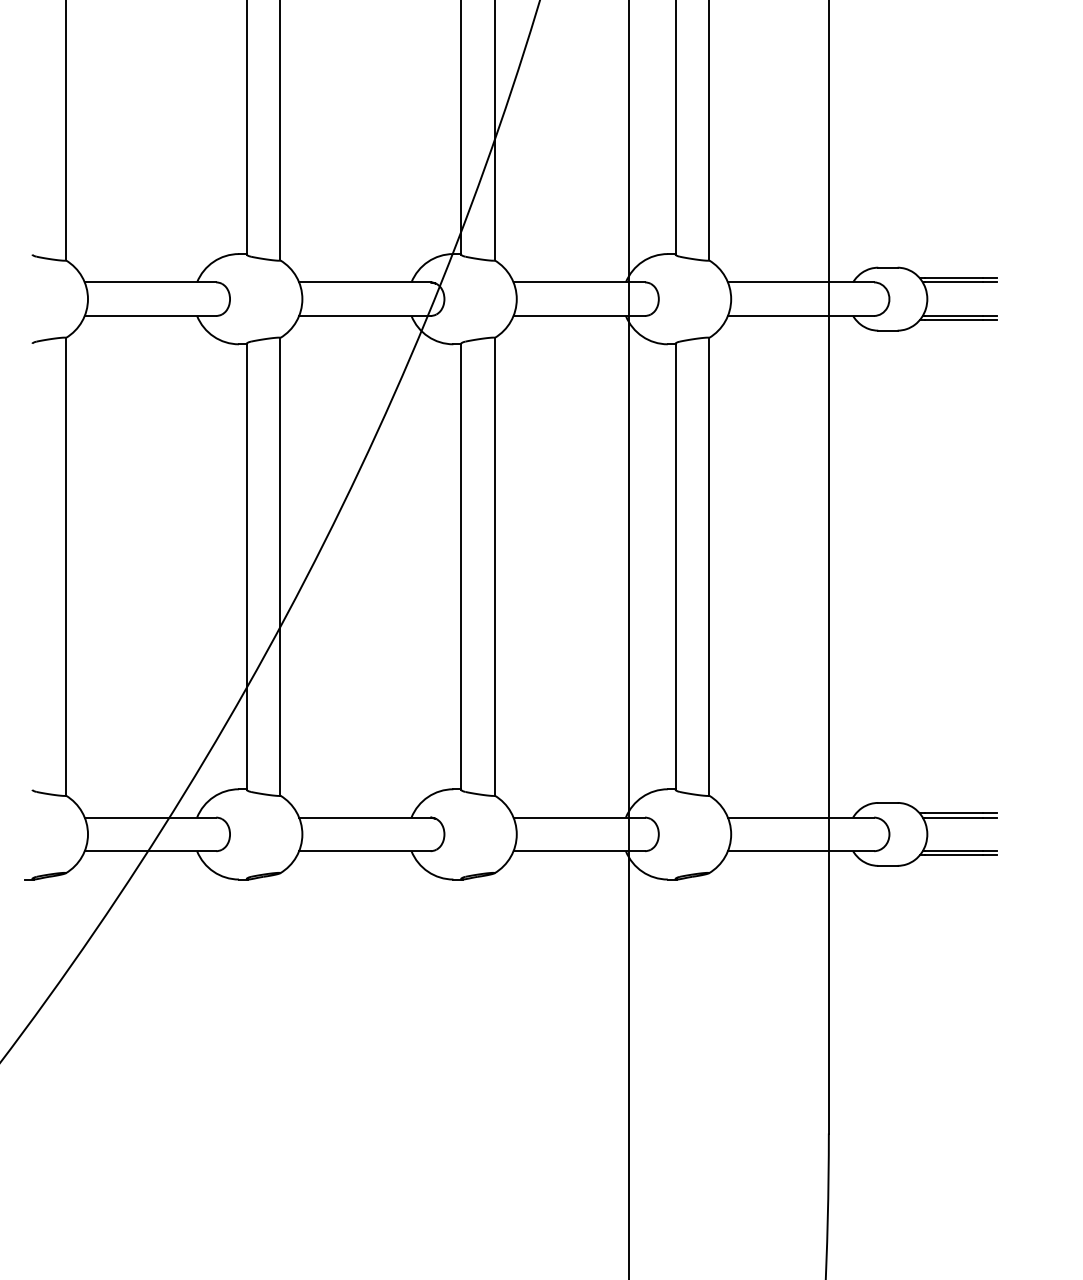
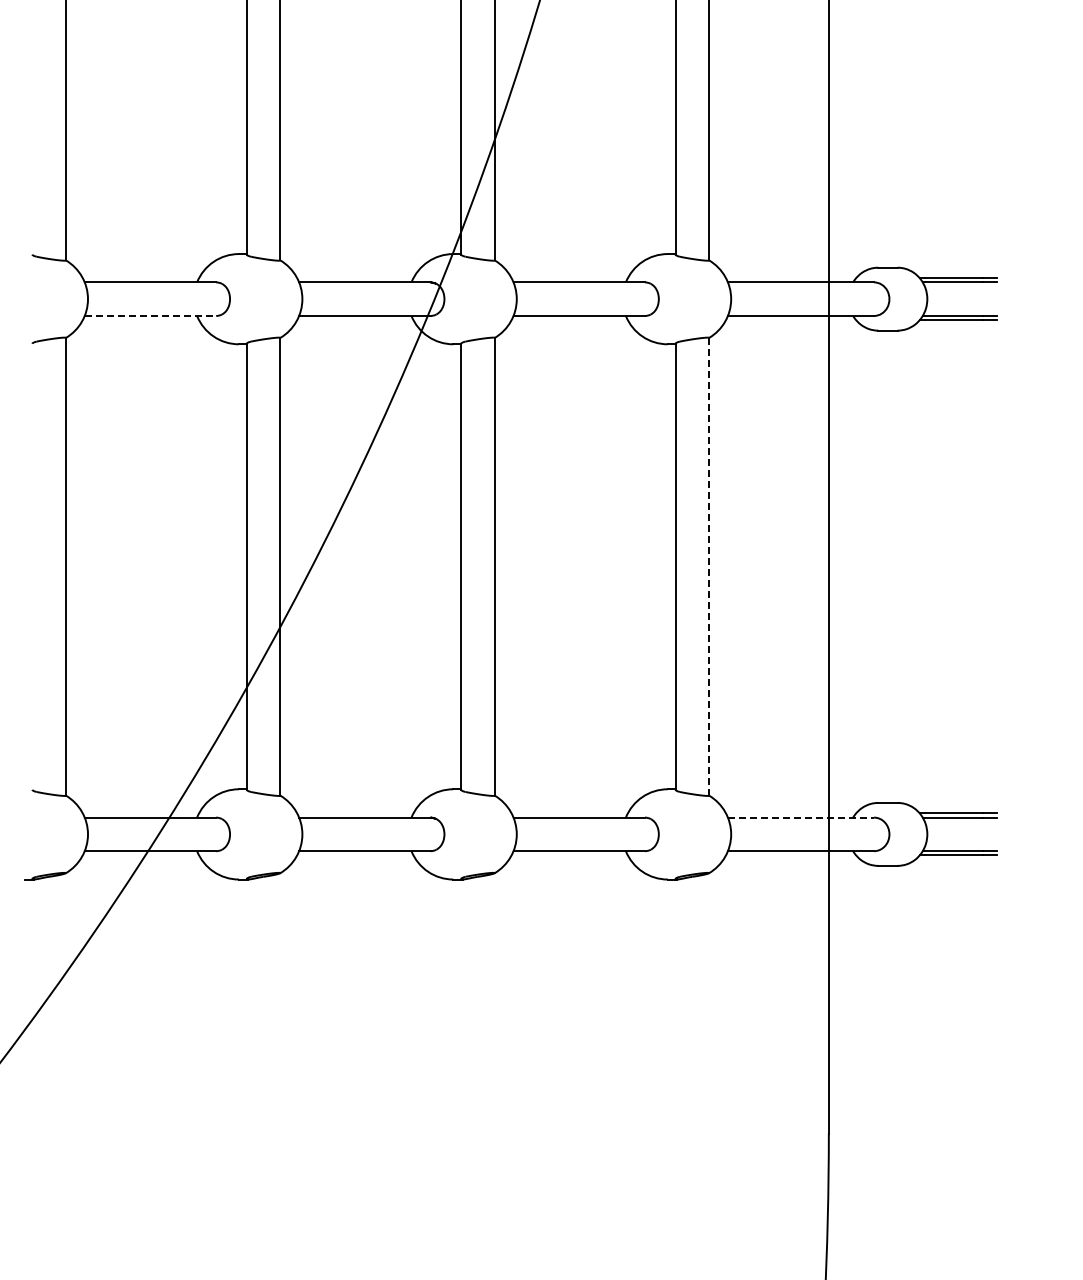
line at (150, 315): solid -> dashed
line at (709, 566): solid -> dashed
line at (629, 639): present -> none
line at (801, 817): solid -> dashed
